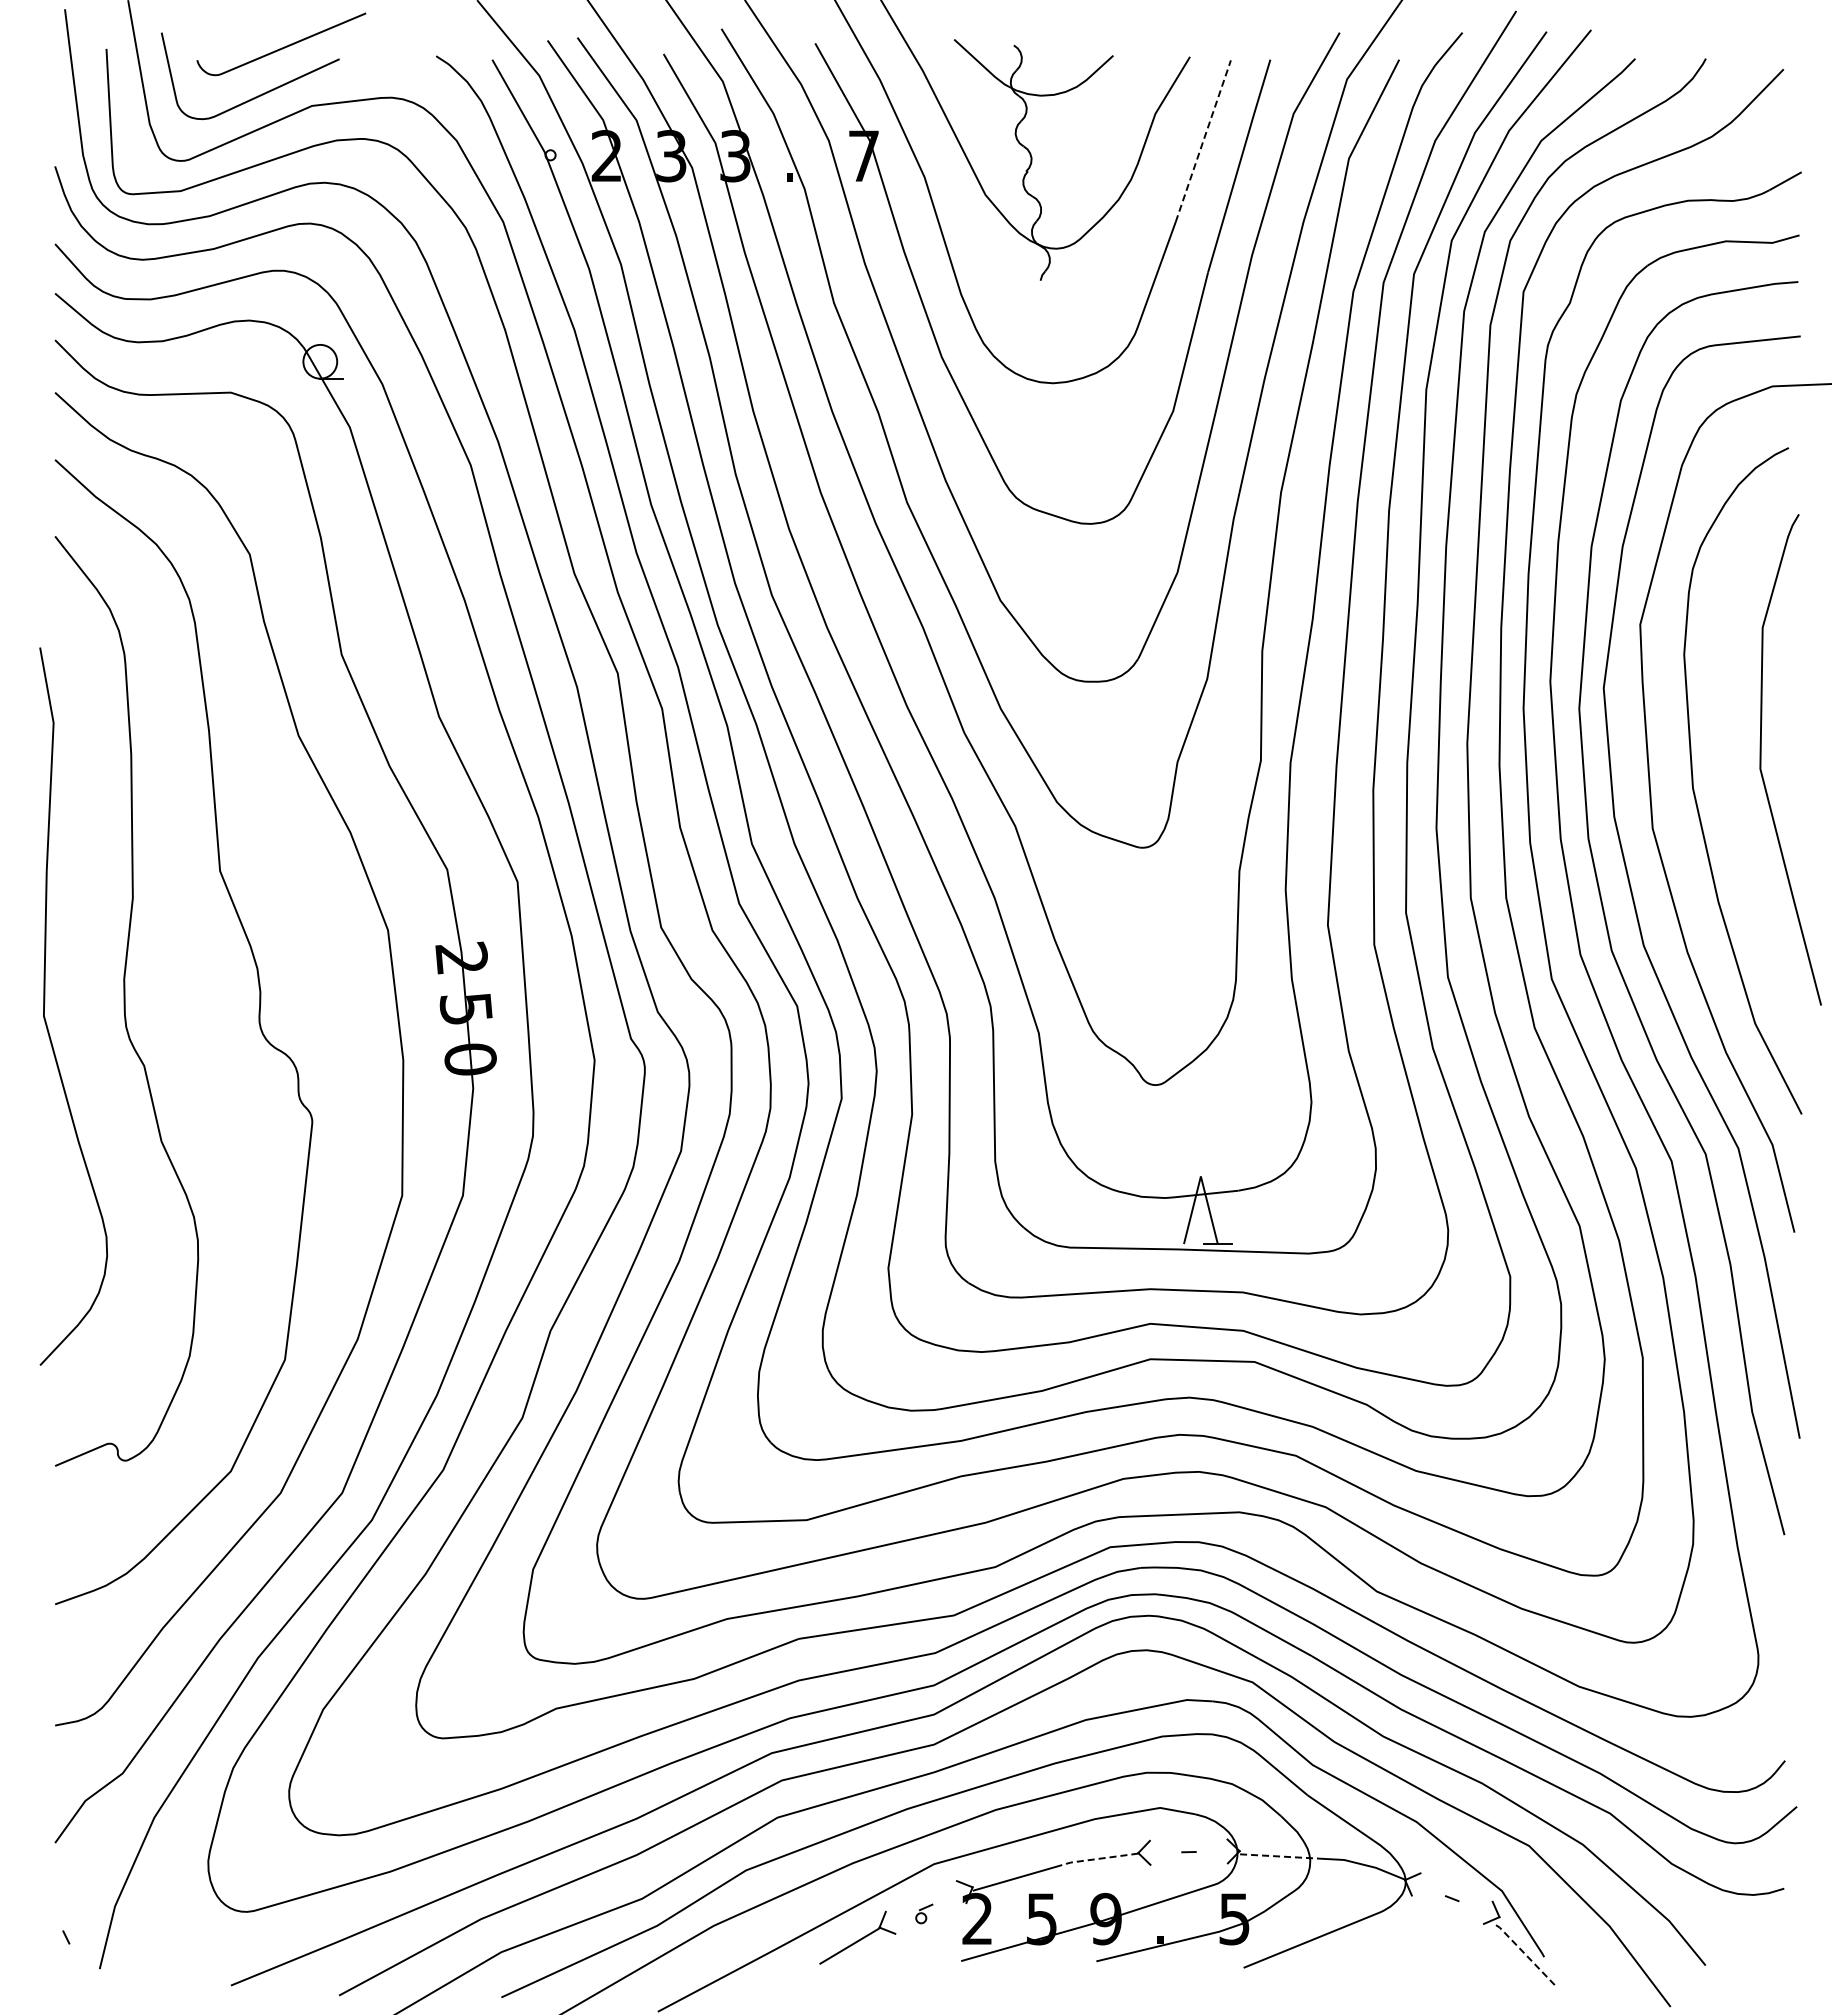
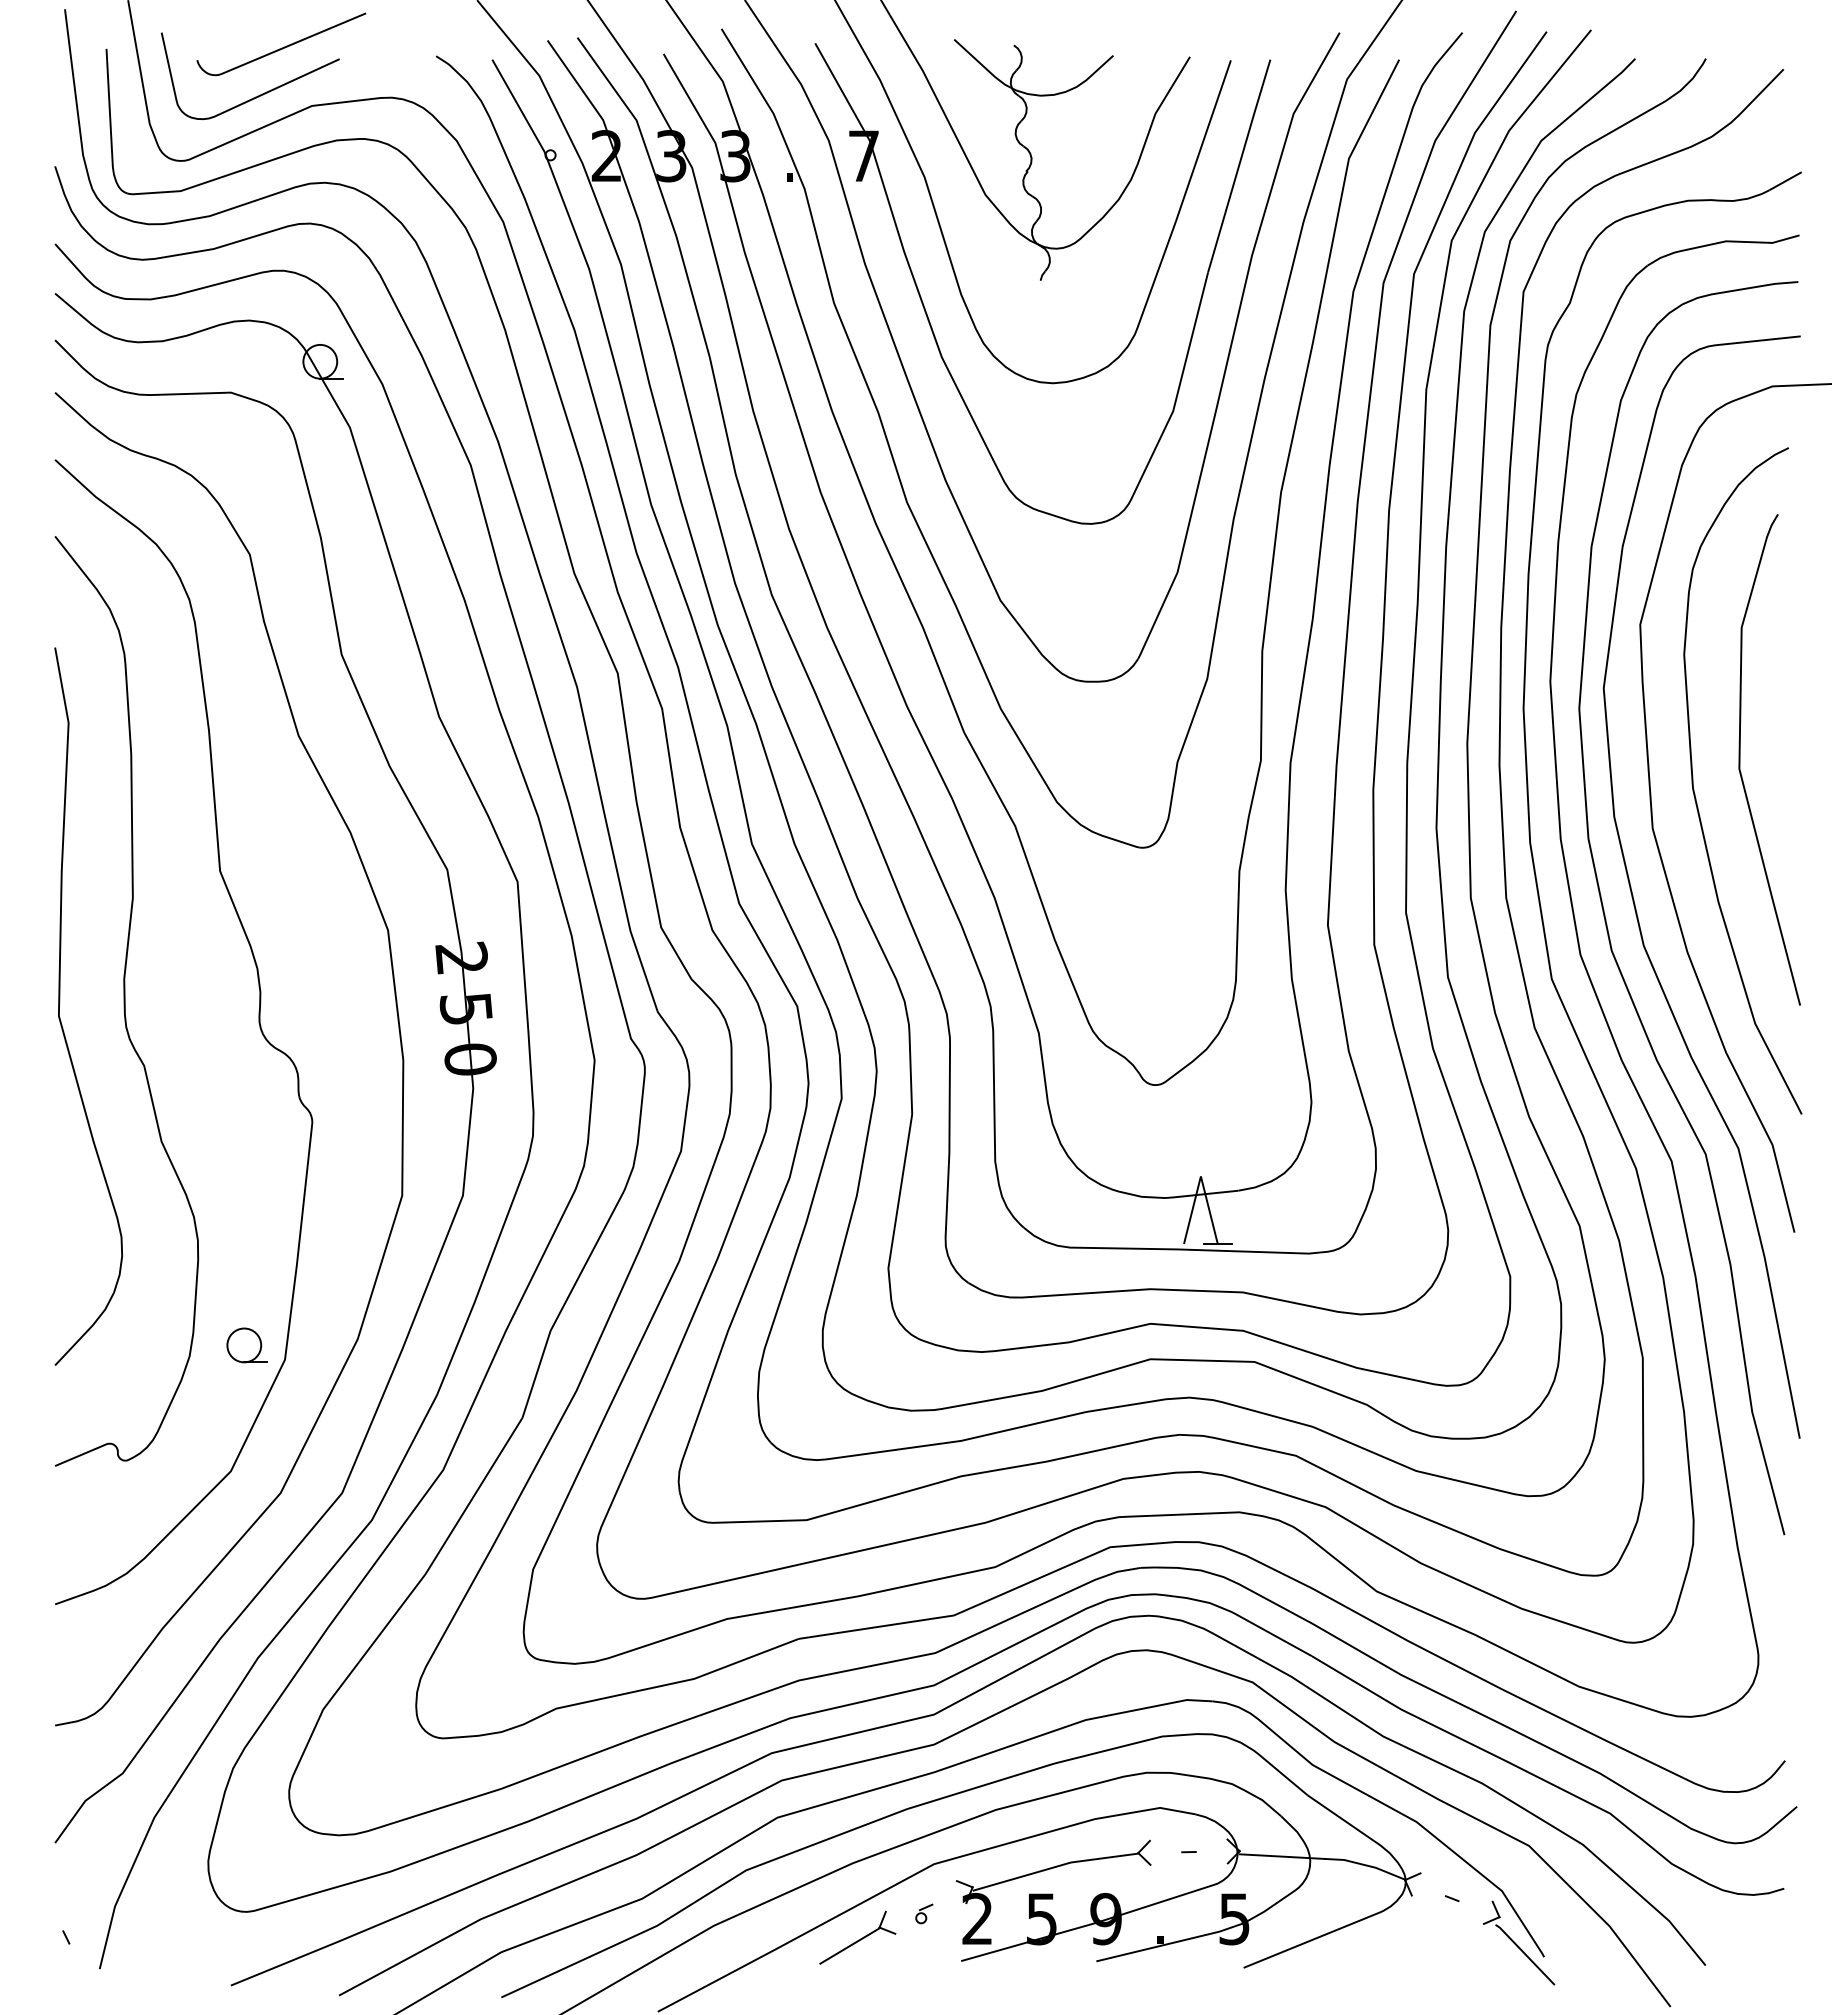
line at (1203, 140): dashed -> solid
curve at (1761, 759) position: (1761, 759) -> (1740, 759)
curve at (45, 1002) position: (45, 1002) -> (60, 1002)
part at (246, 1345): none -> present
line at (1281, 1856): dashed -> solid
line at (1095, 1859): dashed -> solid
line at (1525, 1954): dashed -> solid
